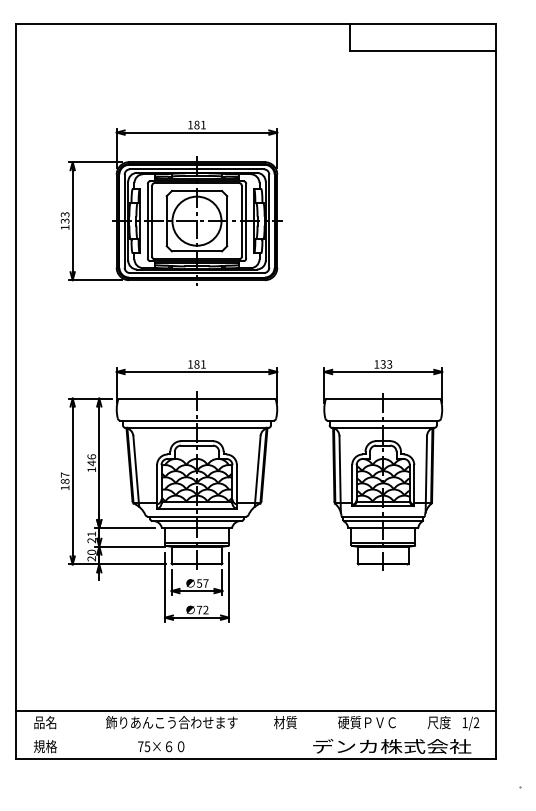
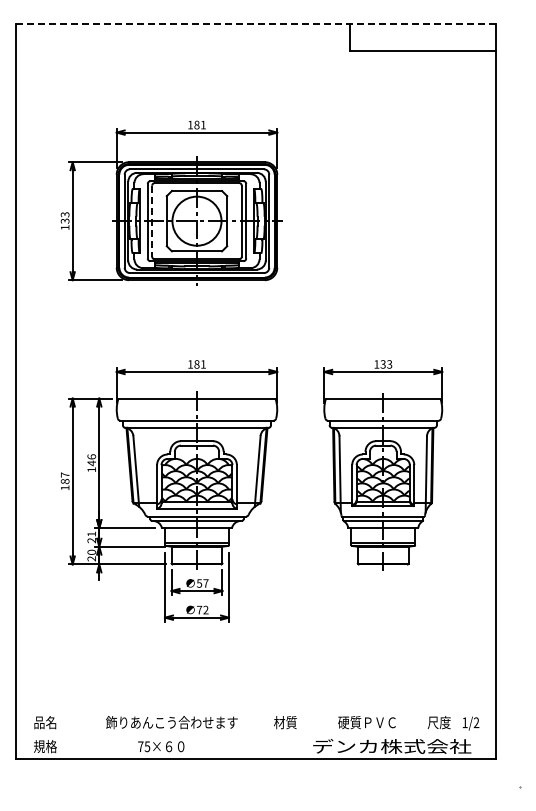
line at (256, 24): solid -> dashed
line at (152, 221): solid -> dashed
line at (255, 710): present -> none
